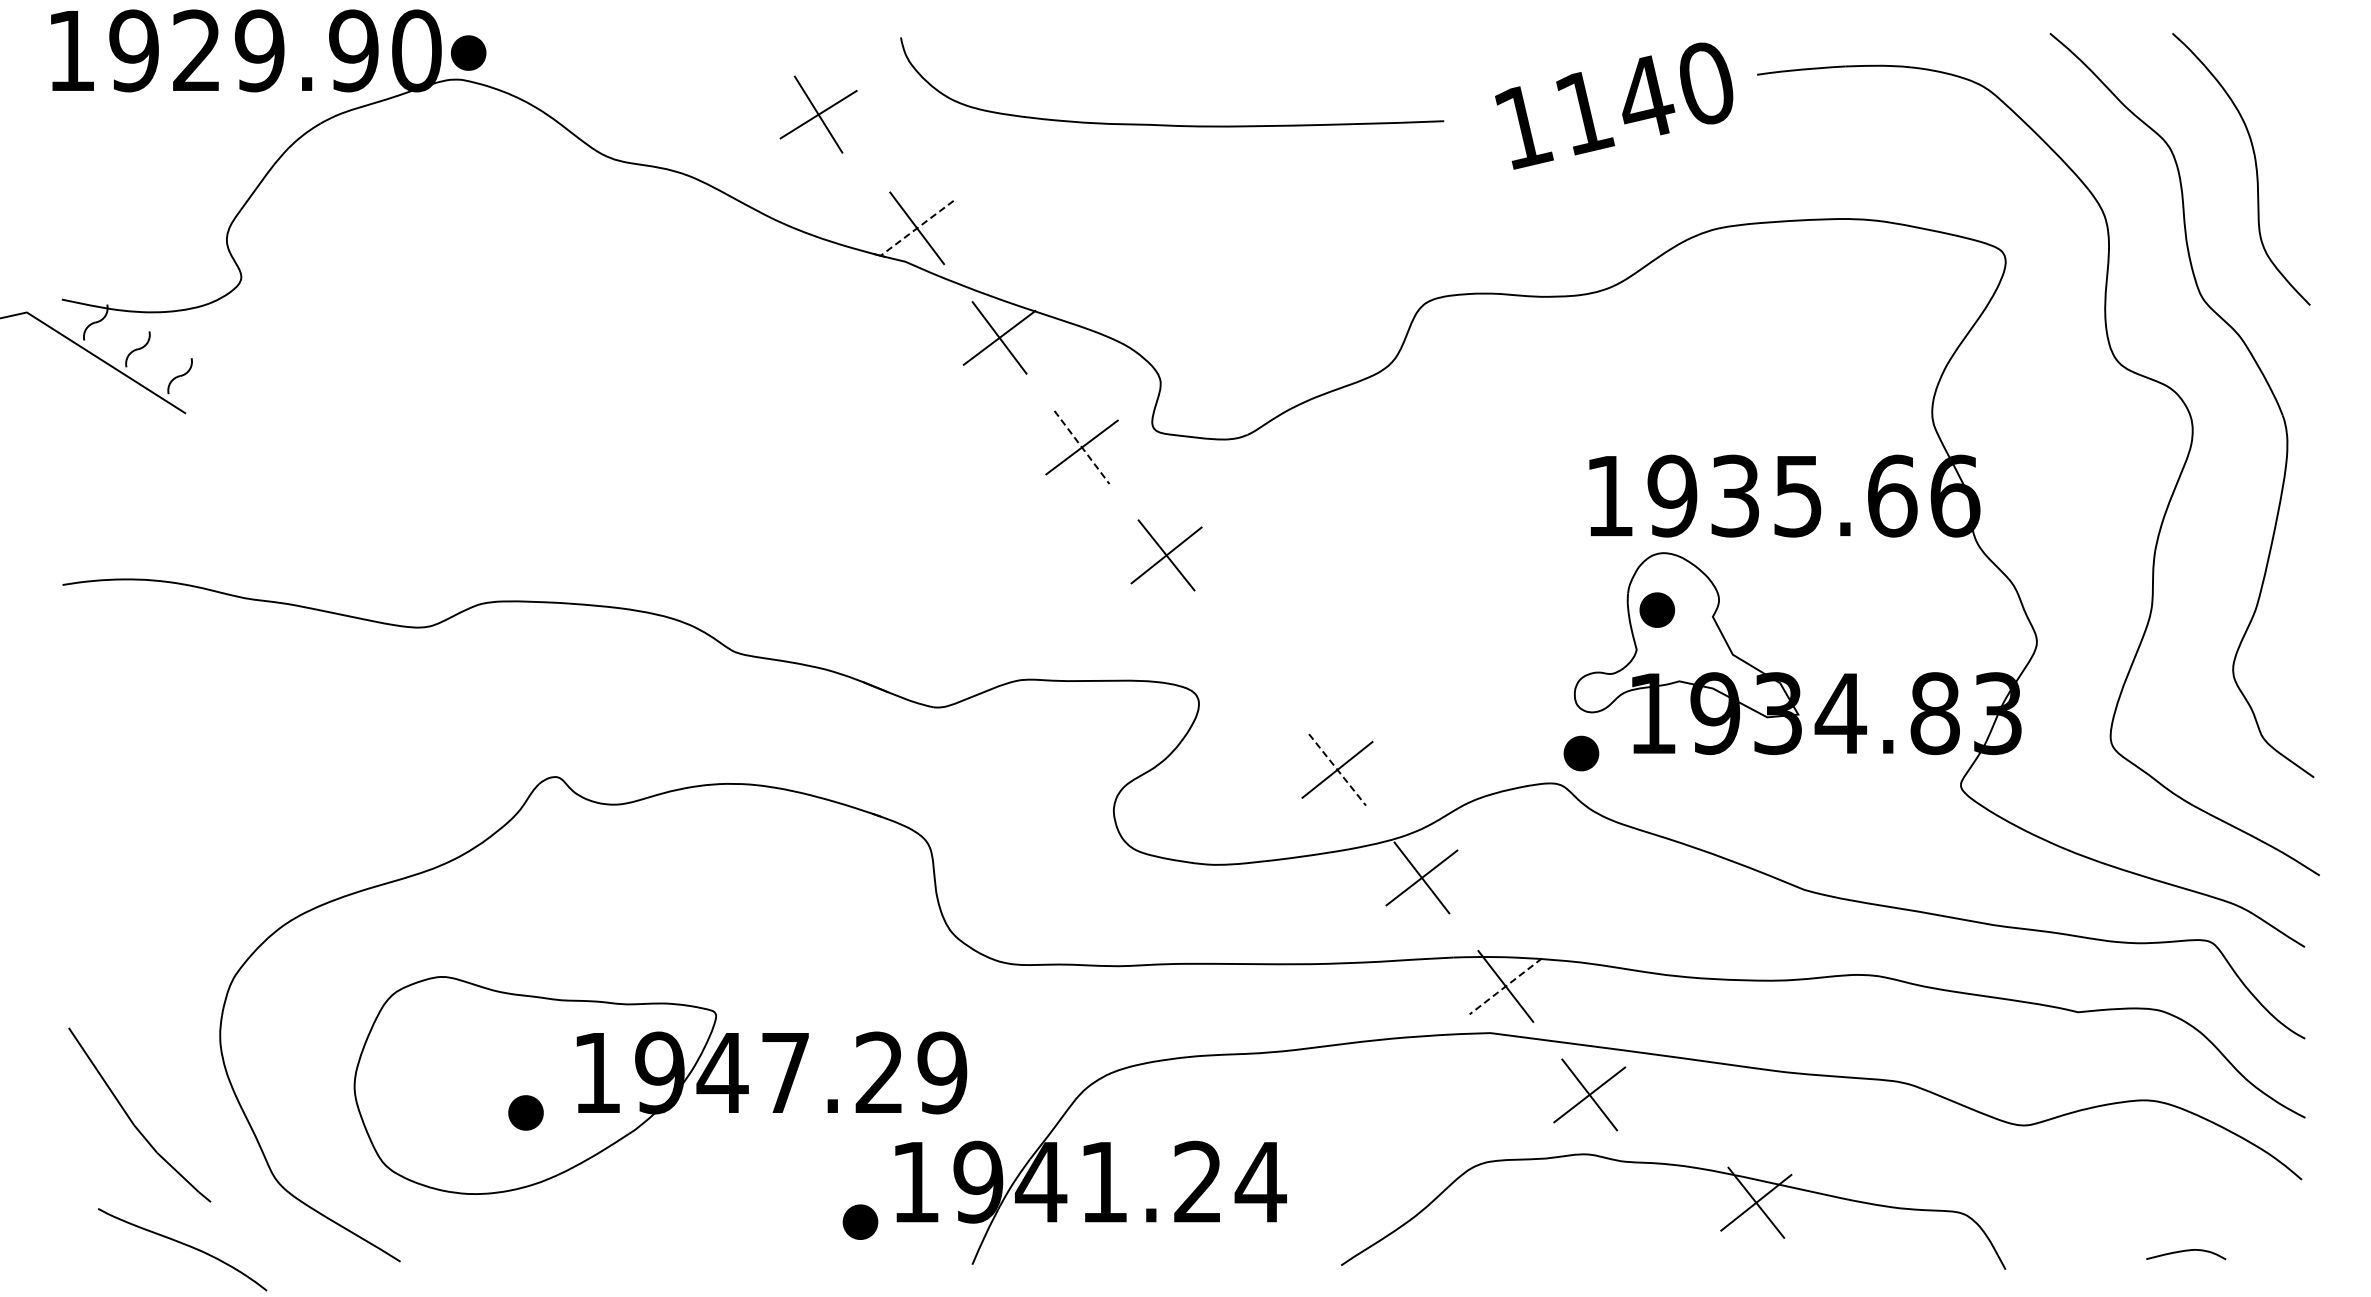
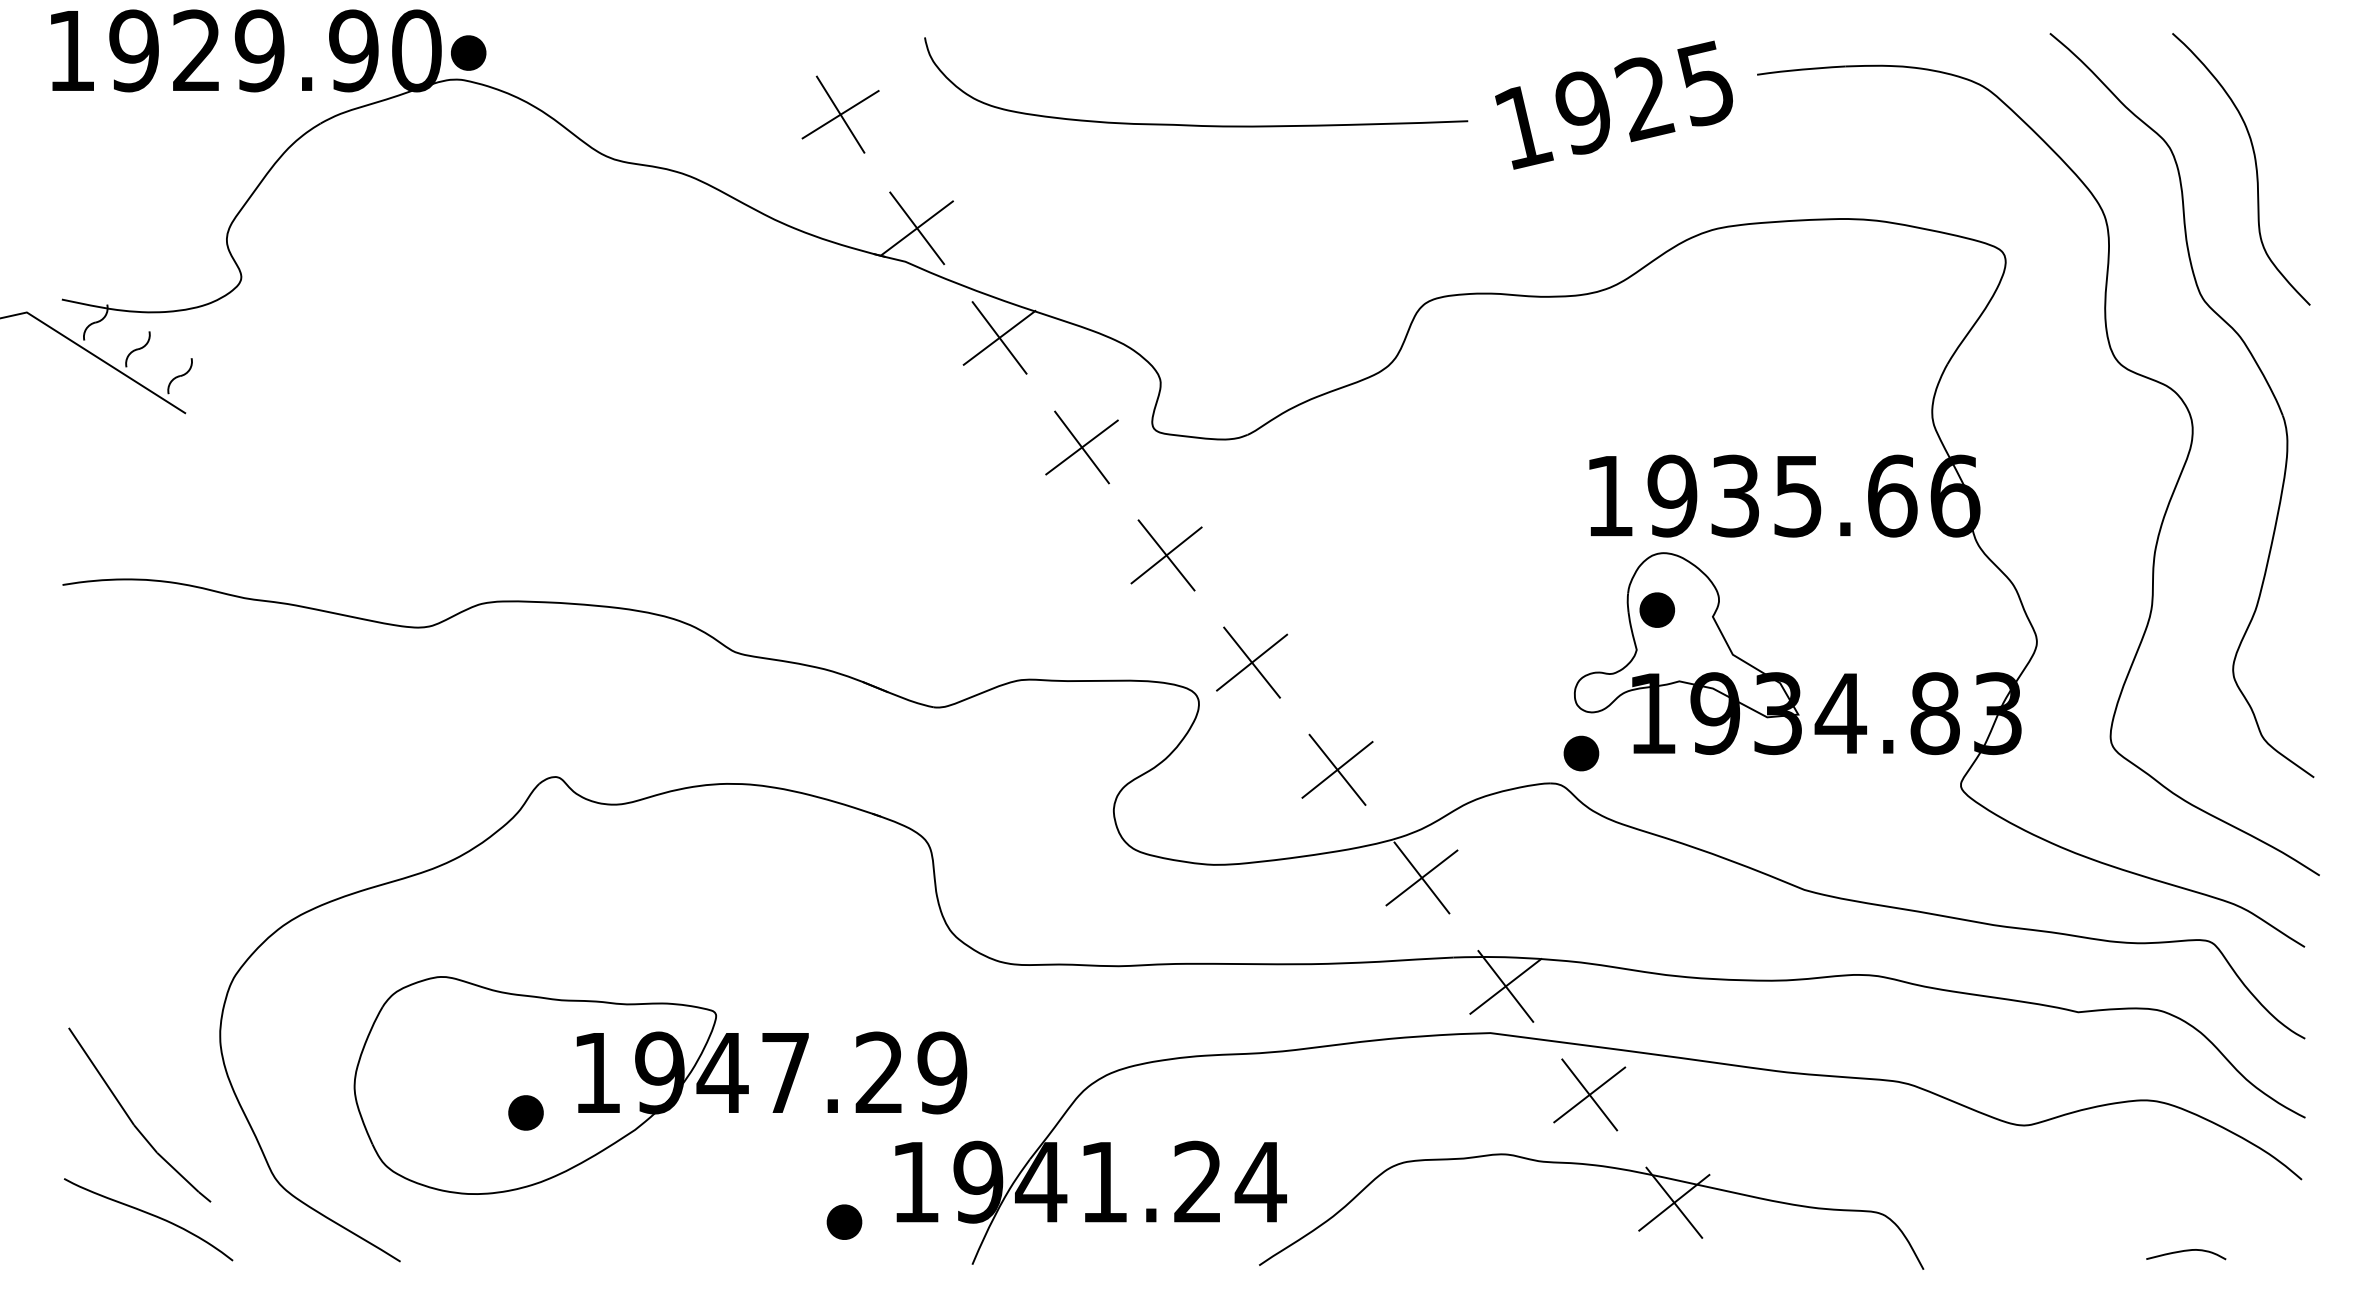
text at (1644, 97): 1140 -> 1925
part at (818, 114) position: (818, 114) -> (840, 114)
curve at (1172, 124) position: (1172, 124) -> (1196, 124)
line at (917, 228): dashed -> solid
line at (1082, 447): dashed -> solid
part at (1252, 662): none -> present
line at (1337, 769): dashed -> solid
line at (1505, 986): dashed -> solid
part at (1676, 1166) position: (1676, 1166) -> (1594, 1166)
part at (860, 1221) position: (860, 1221) -> (844, 1221)
curve at (184, 1245) position: (184, 1245) -> (150, 1215)
